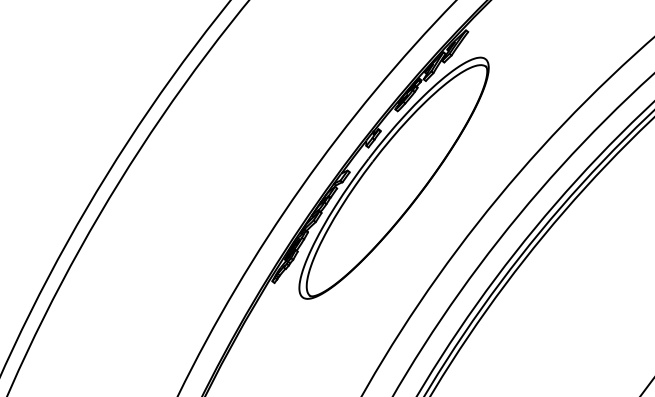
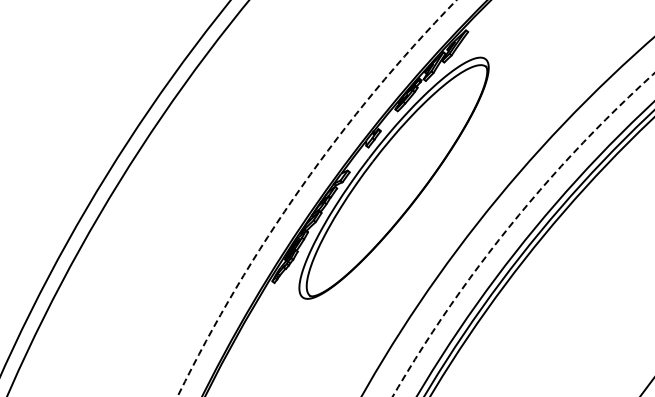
arc at (301, 186): solid -> dashed
circle at (523, 234): solid -> dashed
